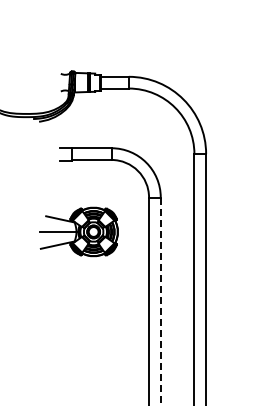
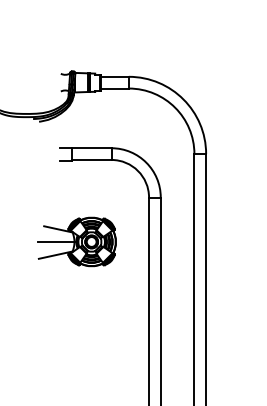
part at (78, 231) position: (78, 231) -> (76, 241)
line at (160, 301): dashed -> solid
